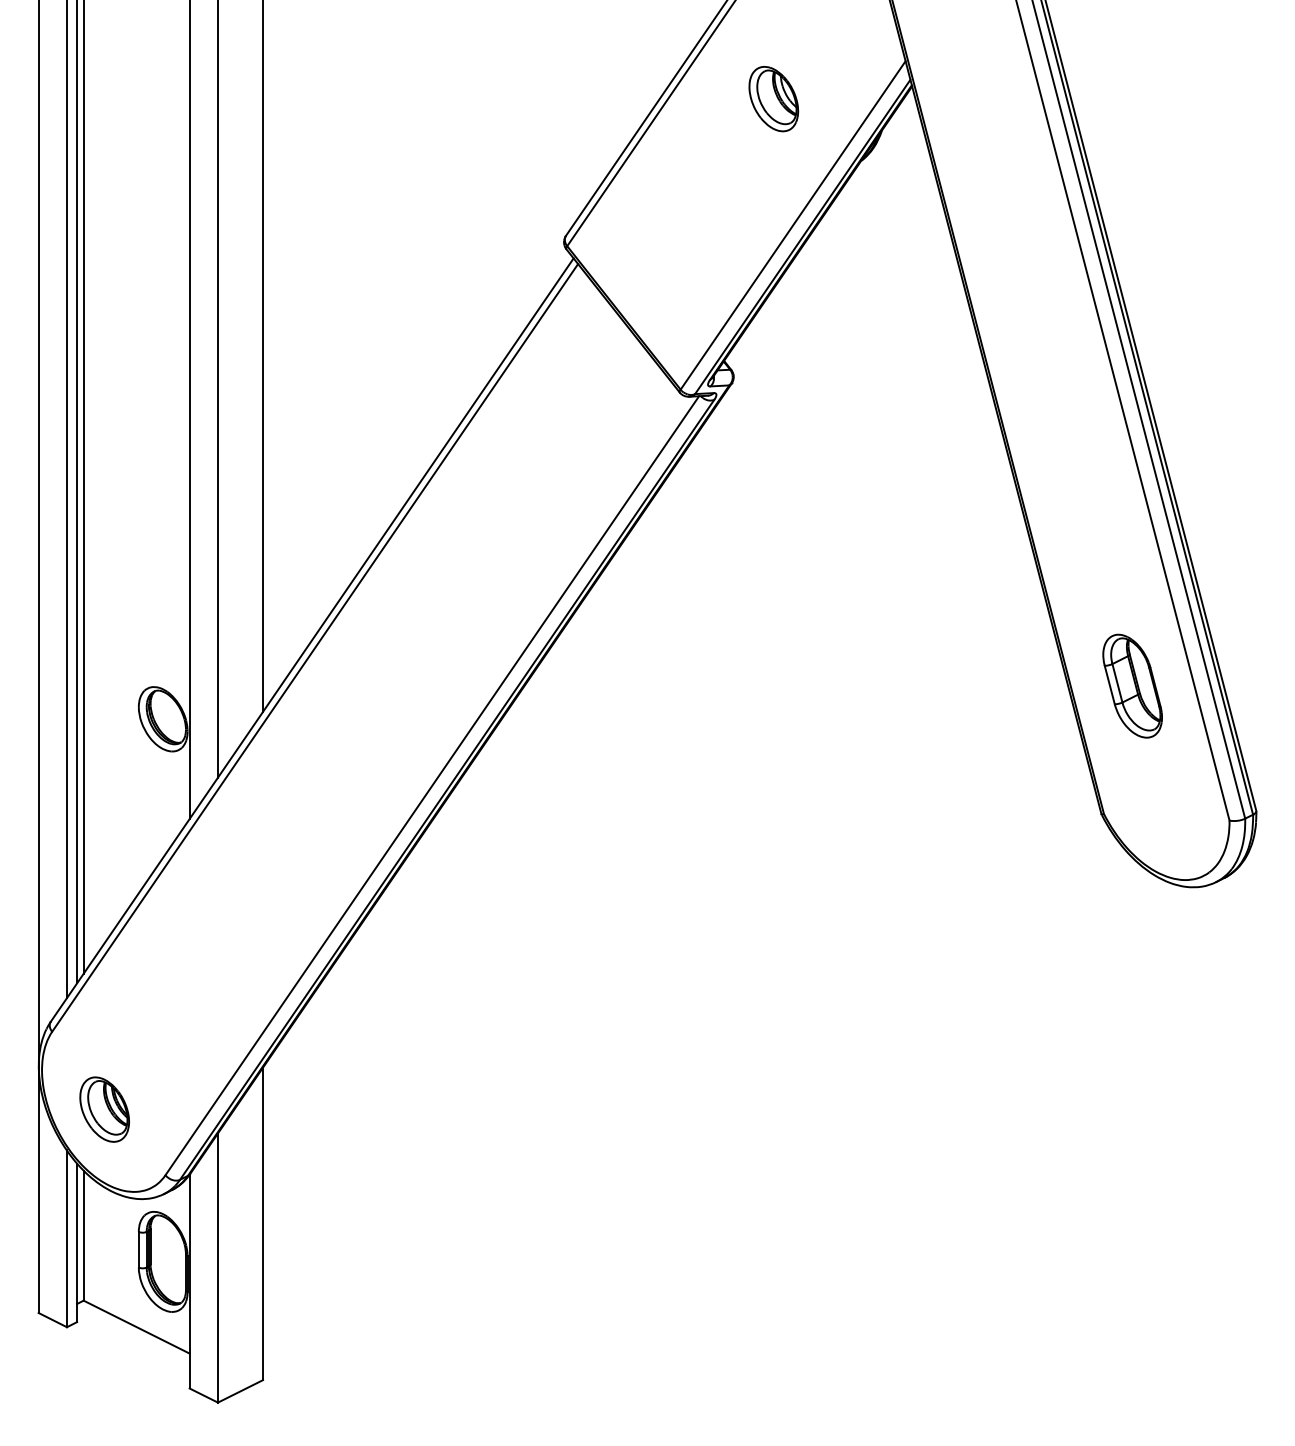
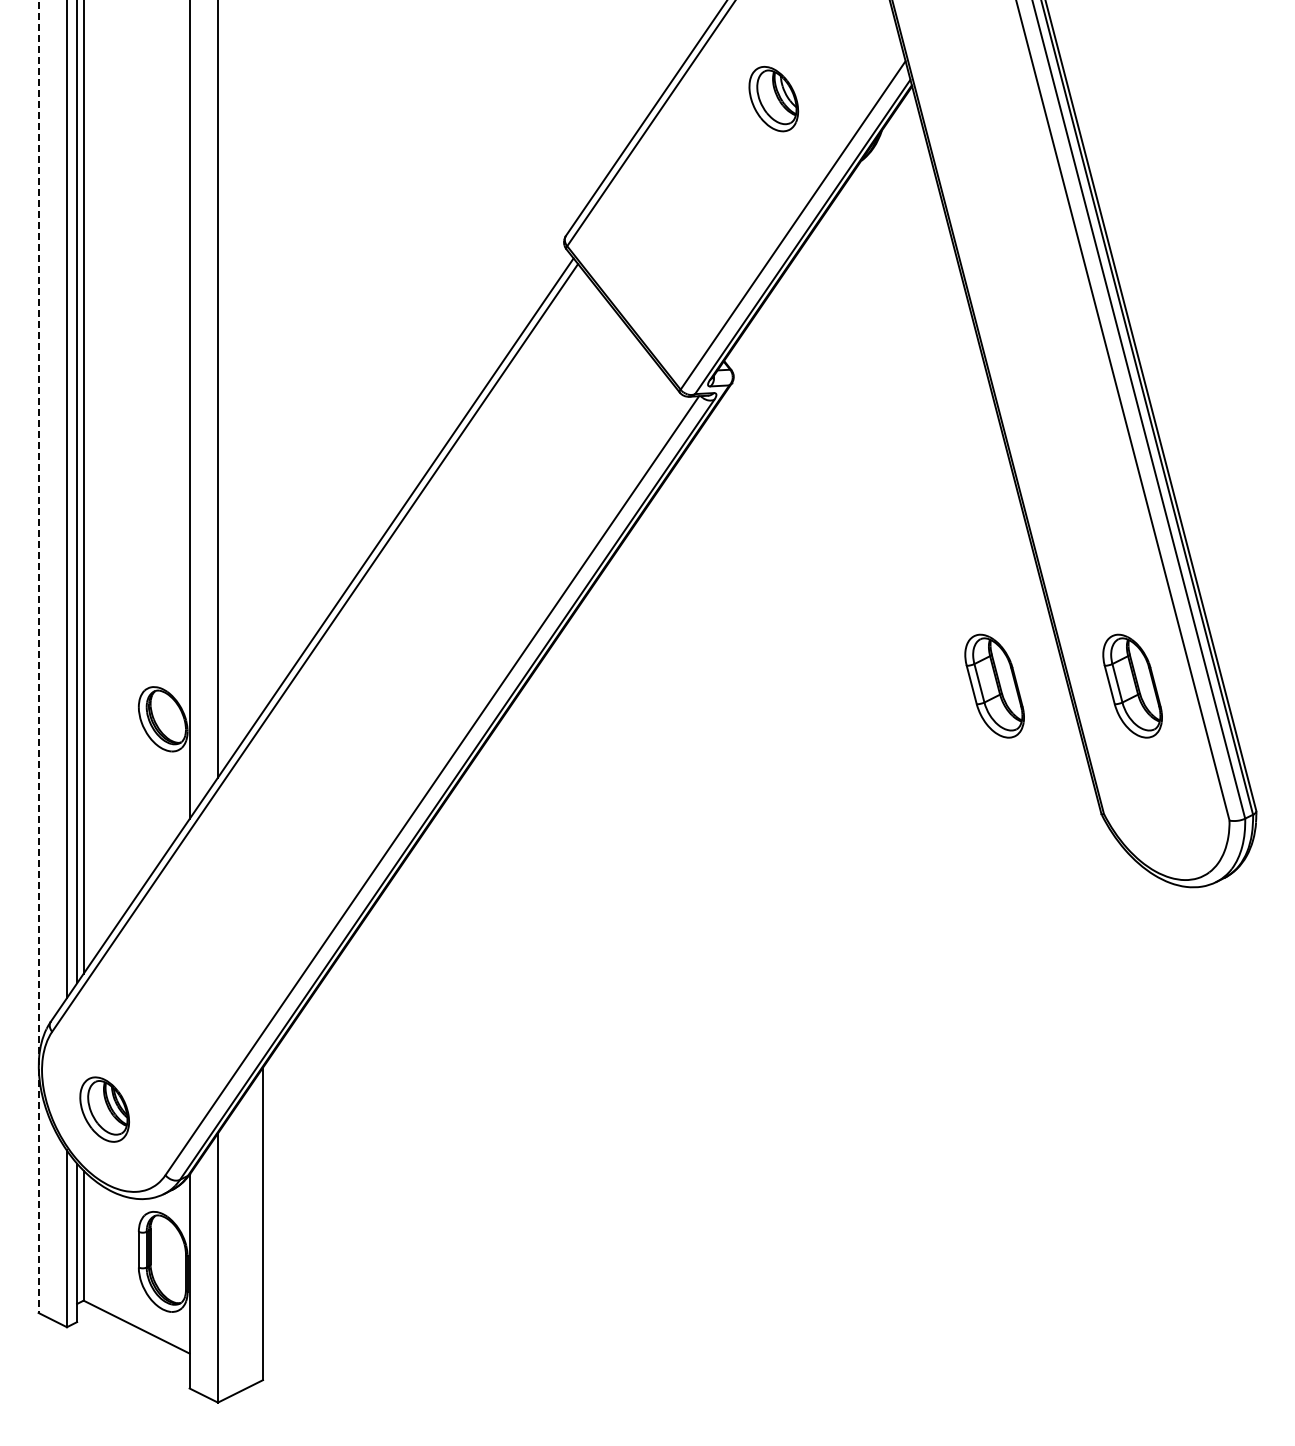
line at (263, 357): present -> none
line at (38, 657): solid -> dashed
part at (994, 685): none -> present
